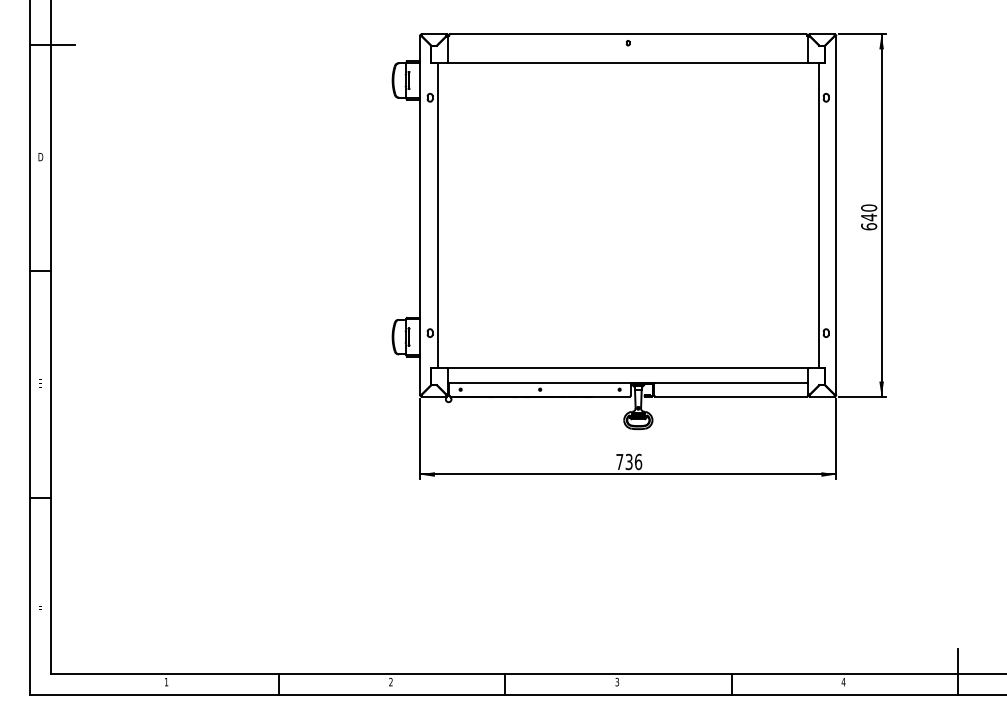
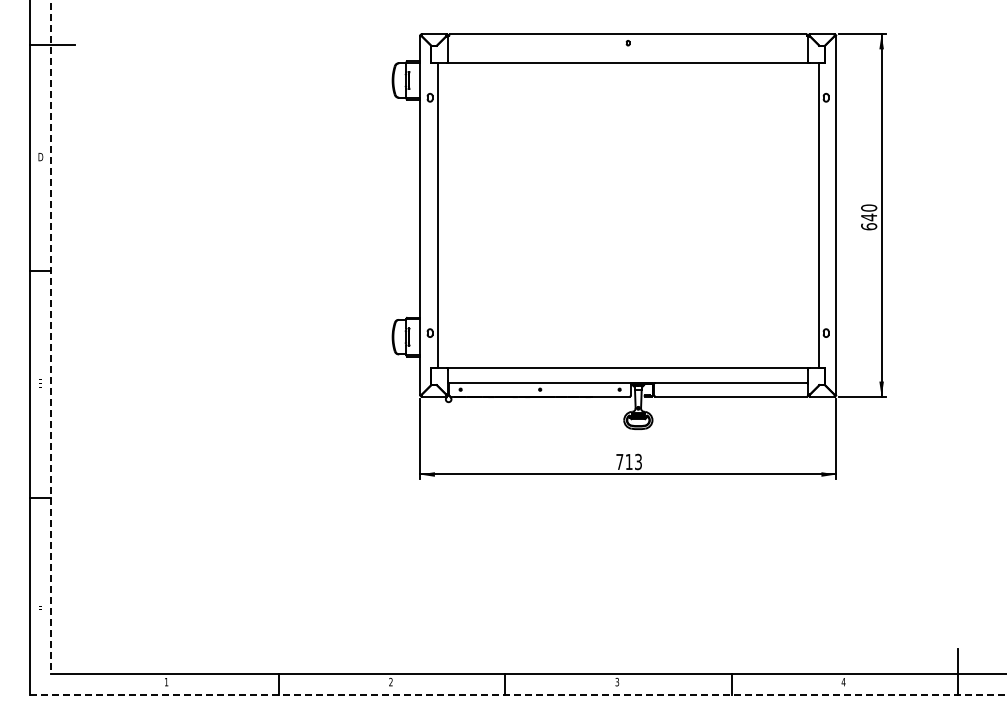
line at (50, 337): solid -> dashed
text at (633, 461): 736 -> 713
line at (518, 694): solid -> dashed
